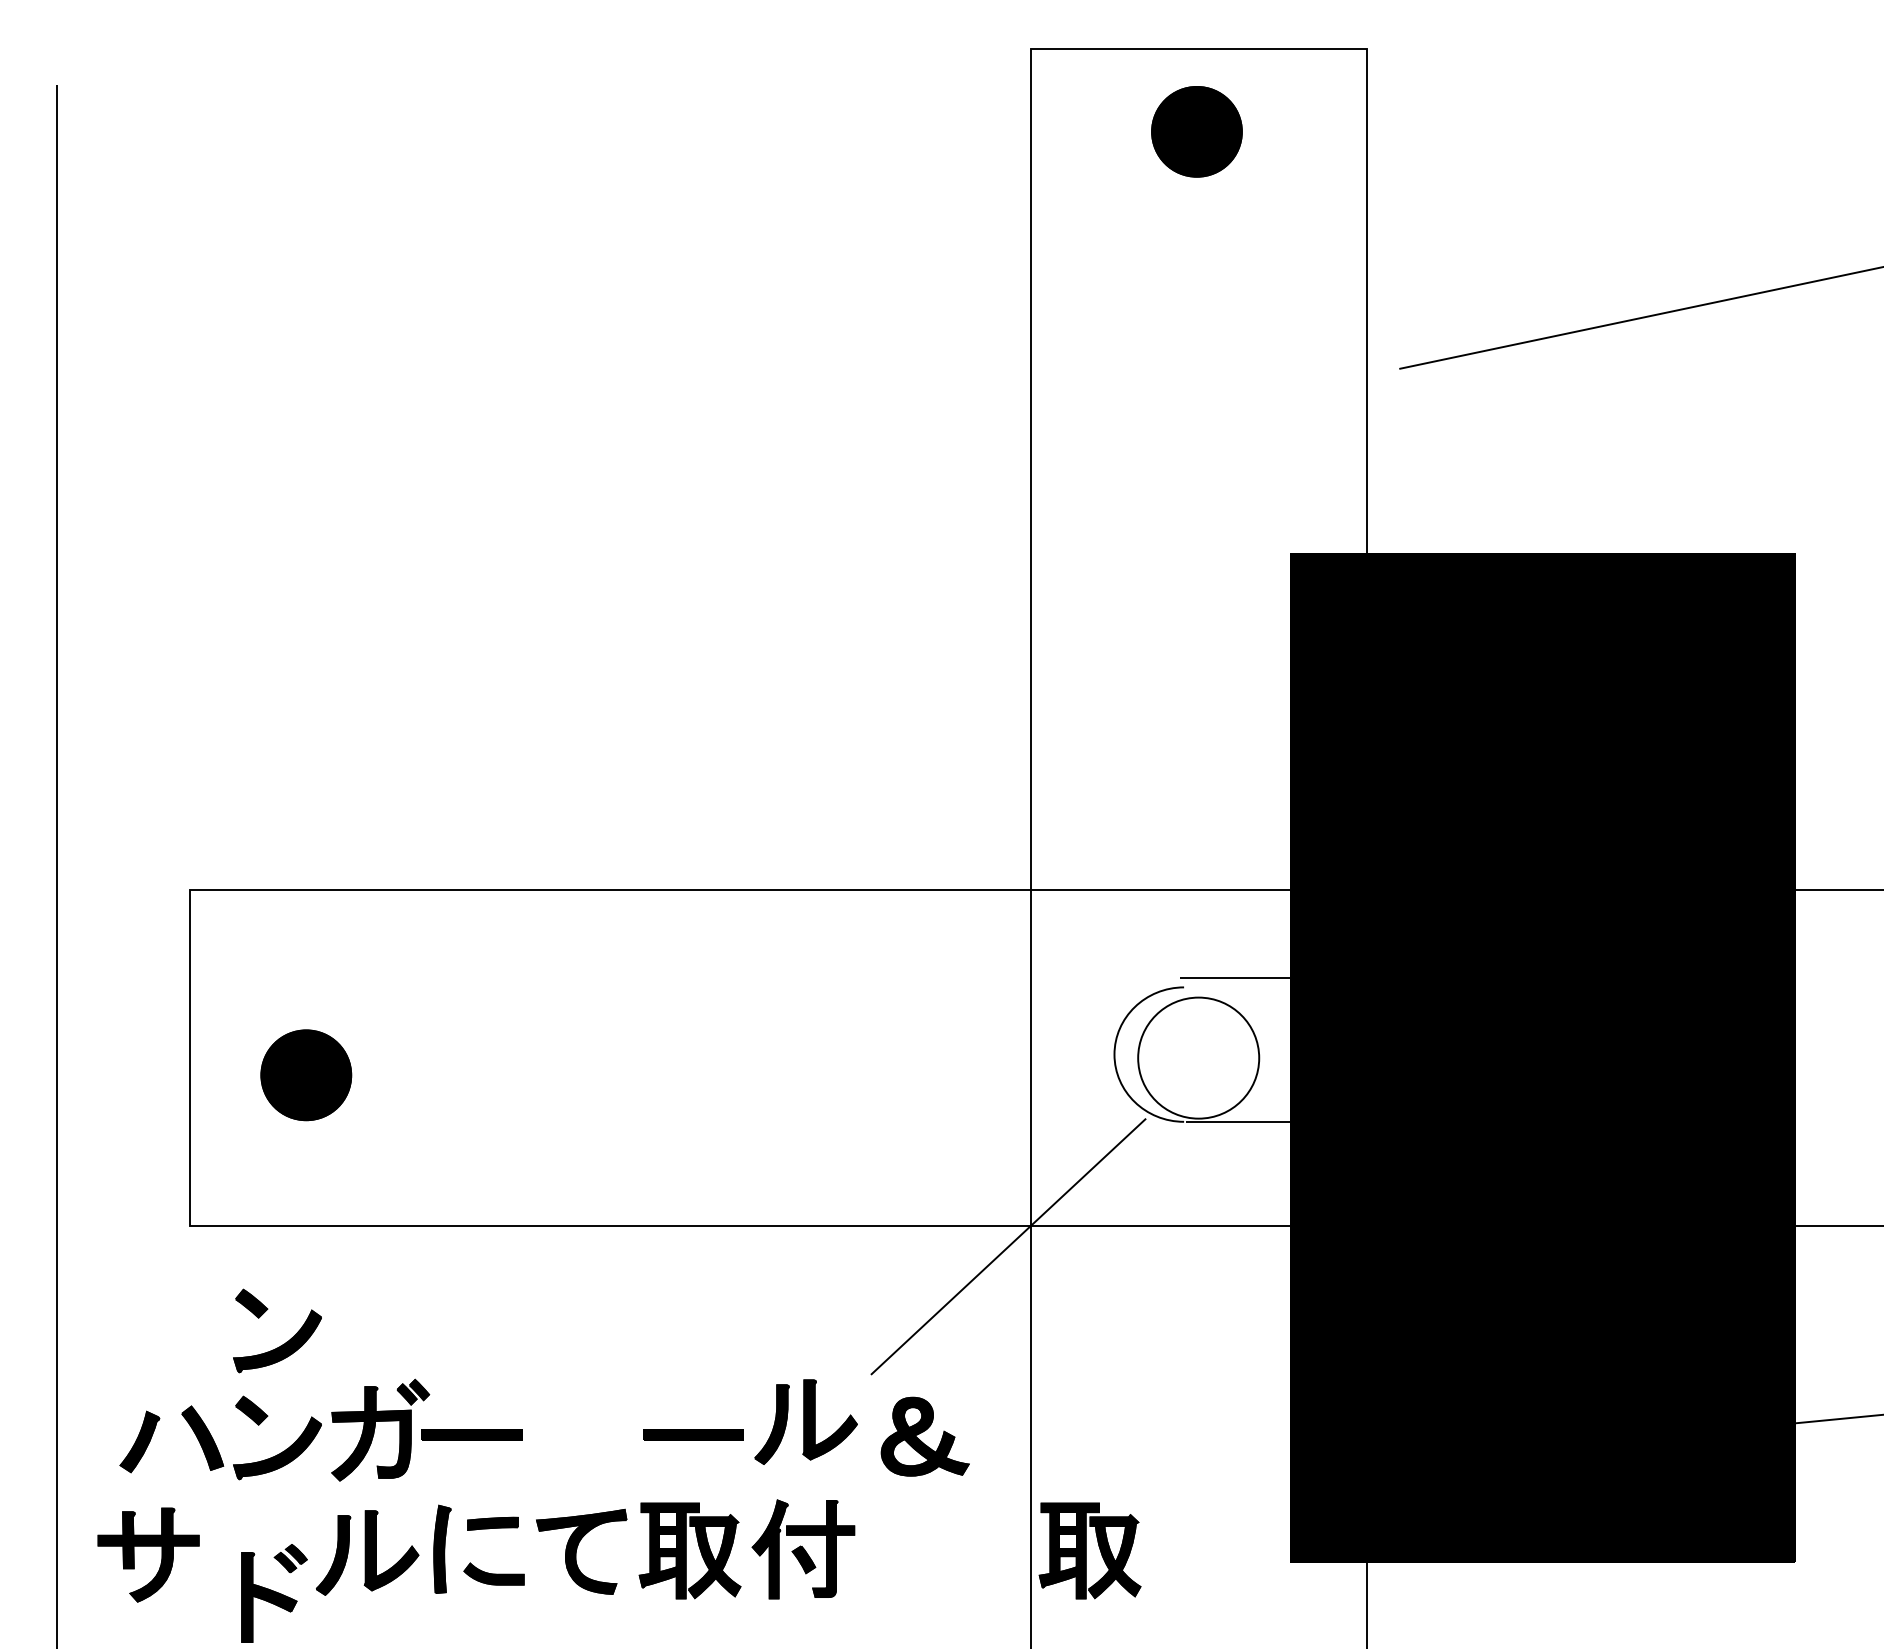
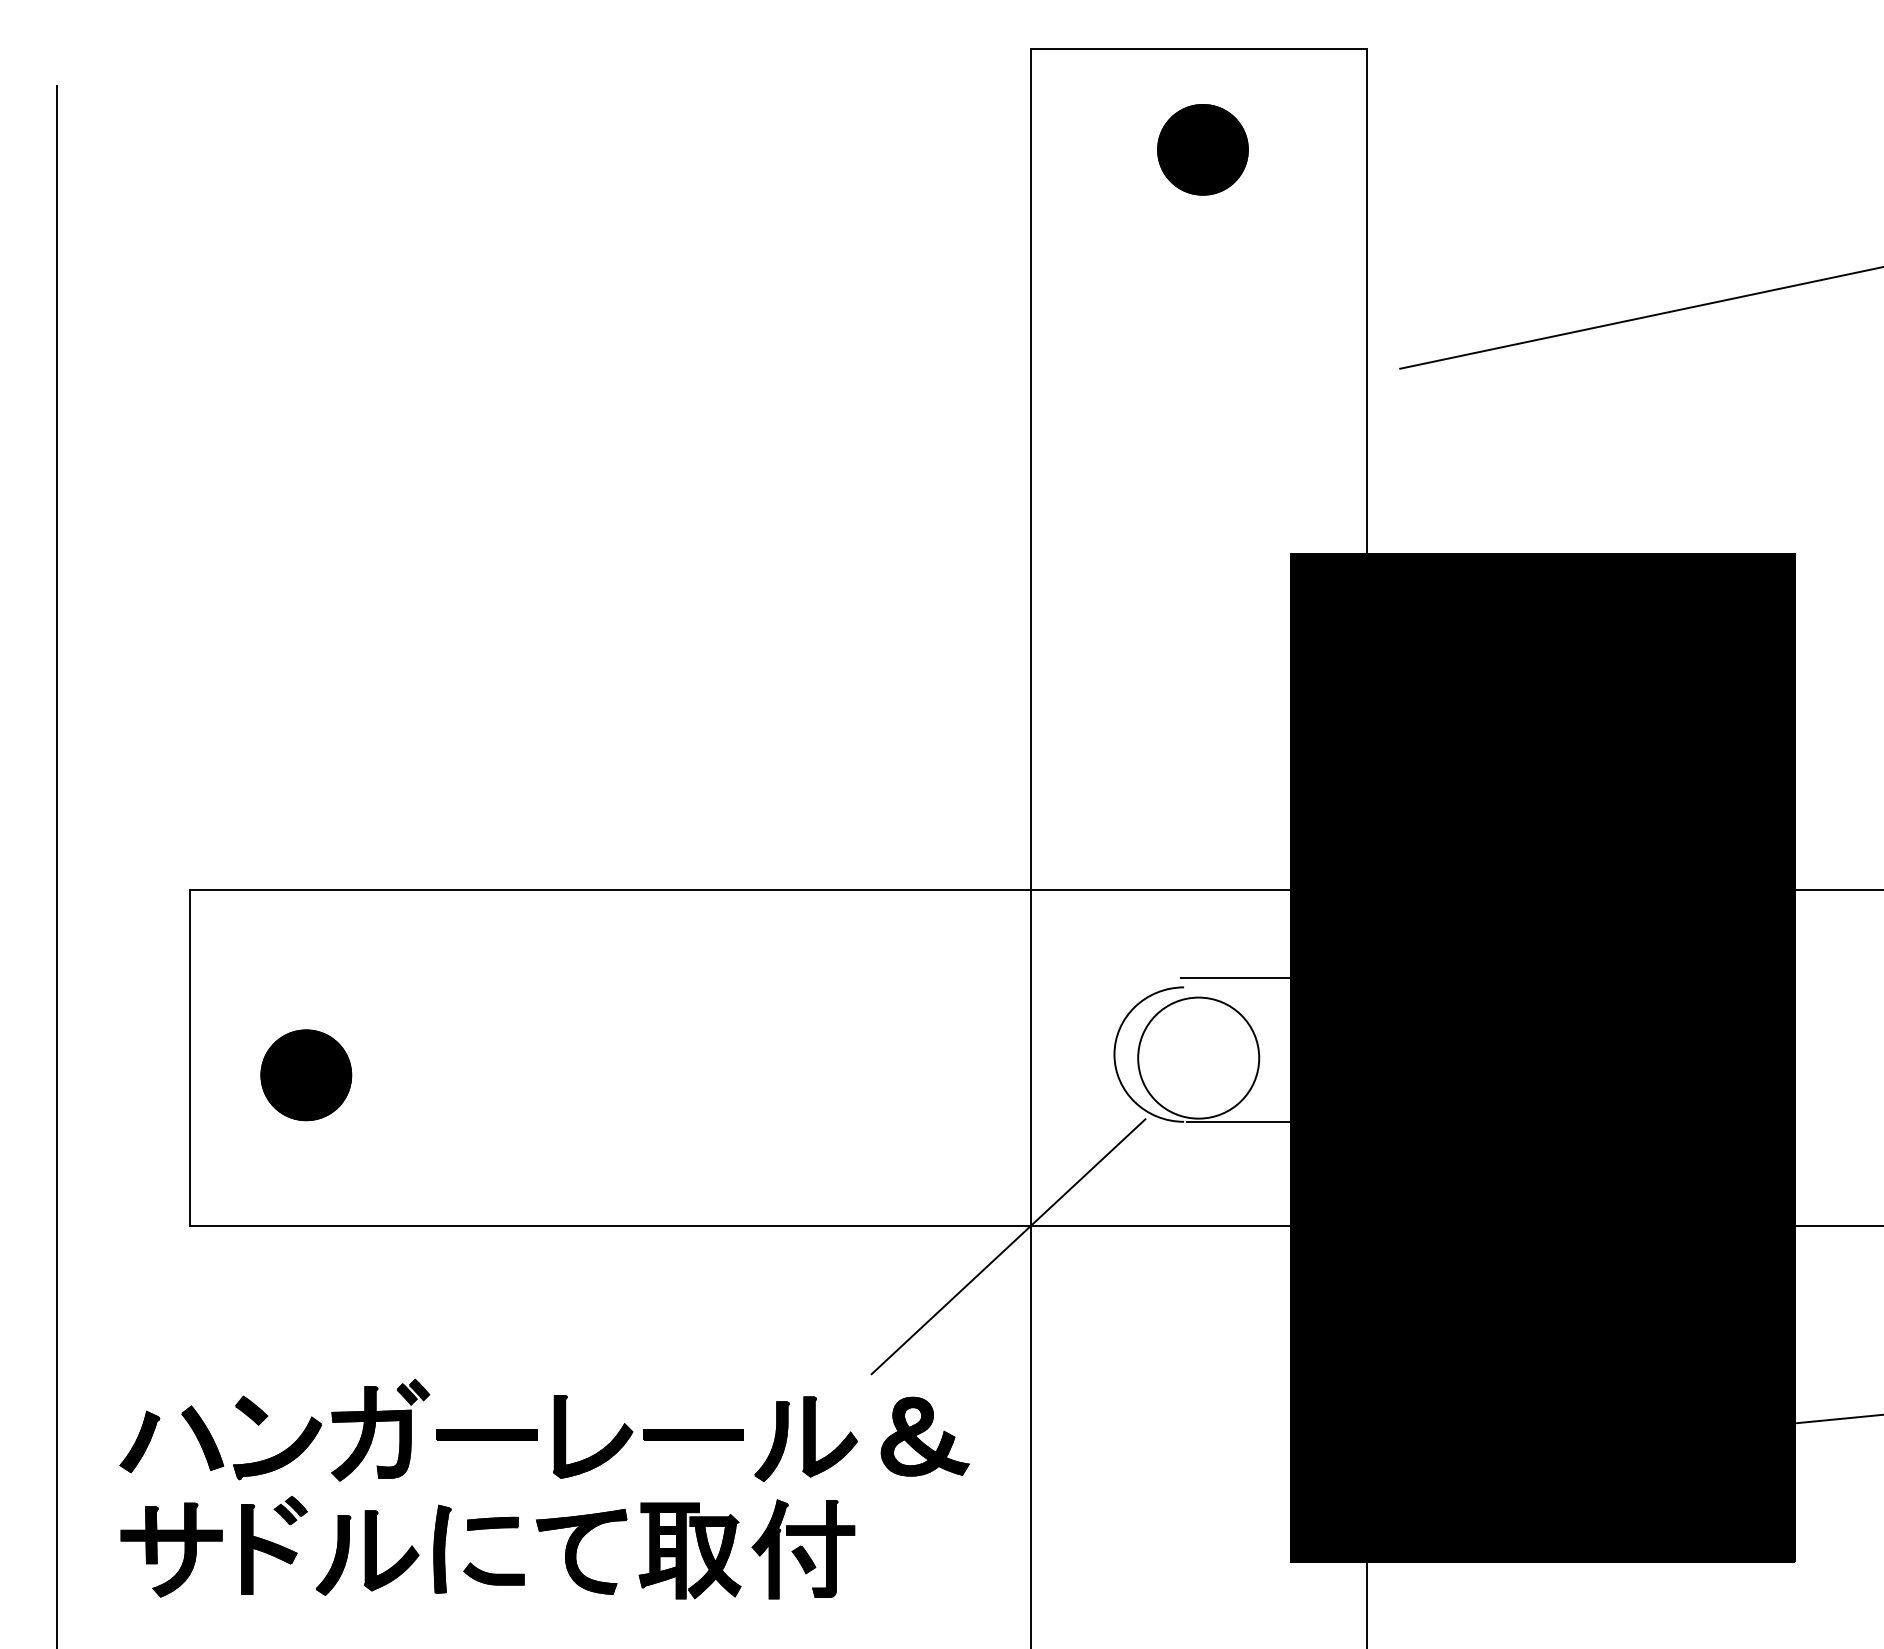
part at (1196, 131) position: (1196, 131) -> (1202, 149)
part at (286, 1341): present -> none
part at (805, 1421) position: (805, 1421) -> (805, 1438)
part at (471, 1434) position: (471, 1434) -> (486, 1434)
part at (602, 1448): none -> present
part at (148, 1546) position: (148, 1546) -> (171, 1541)
part at (1089, 1550): present -> none
part at (274, 1593) position: (274, 1593) -> (274, 1545)
